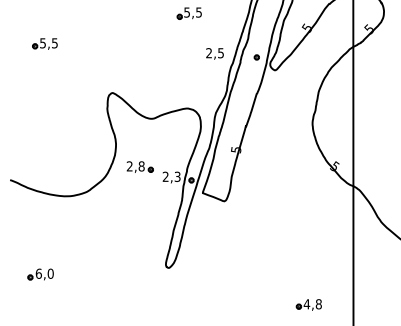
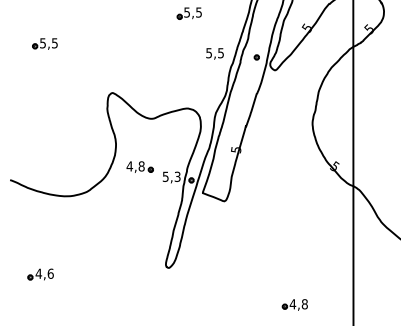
text at (208, 53): 2,5 -> 5,5
text at (129, 166): 2,8 -> 4,8
text at (165, 176): 2,3 -> 5,3
text at (44, 273): 6,0 -> 4,6
part at (308, 304) position: (308, 304) -> (294, 304)
